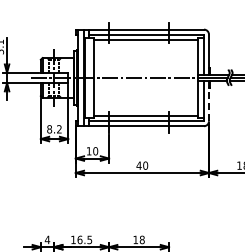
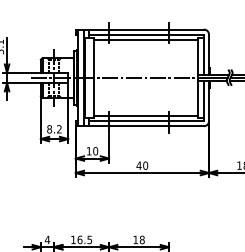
line at (209, 101): dashed -> solid
